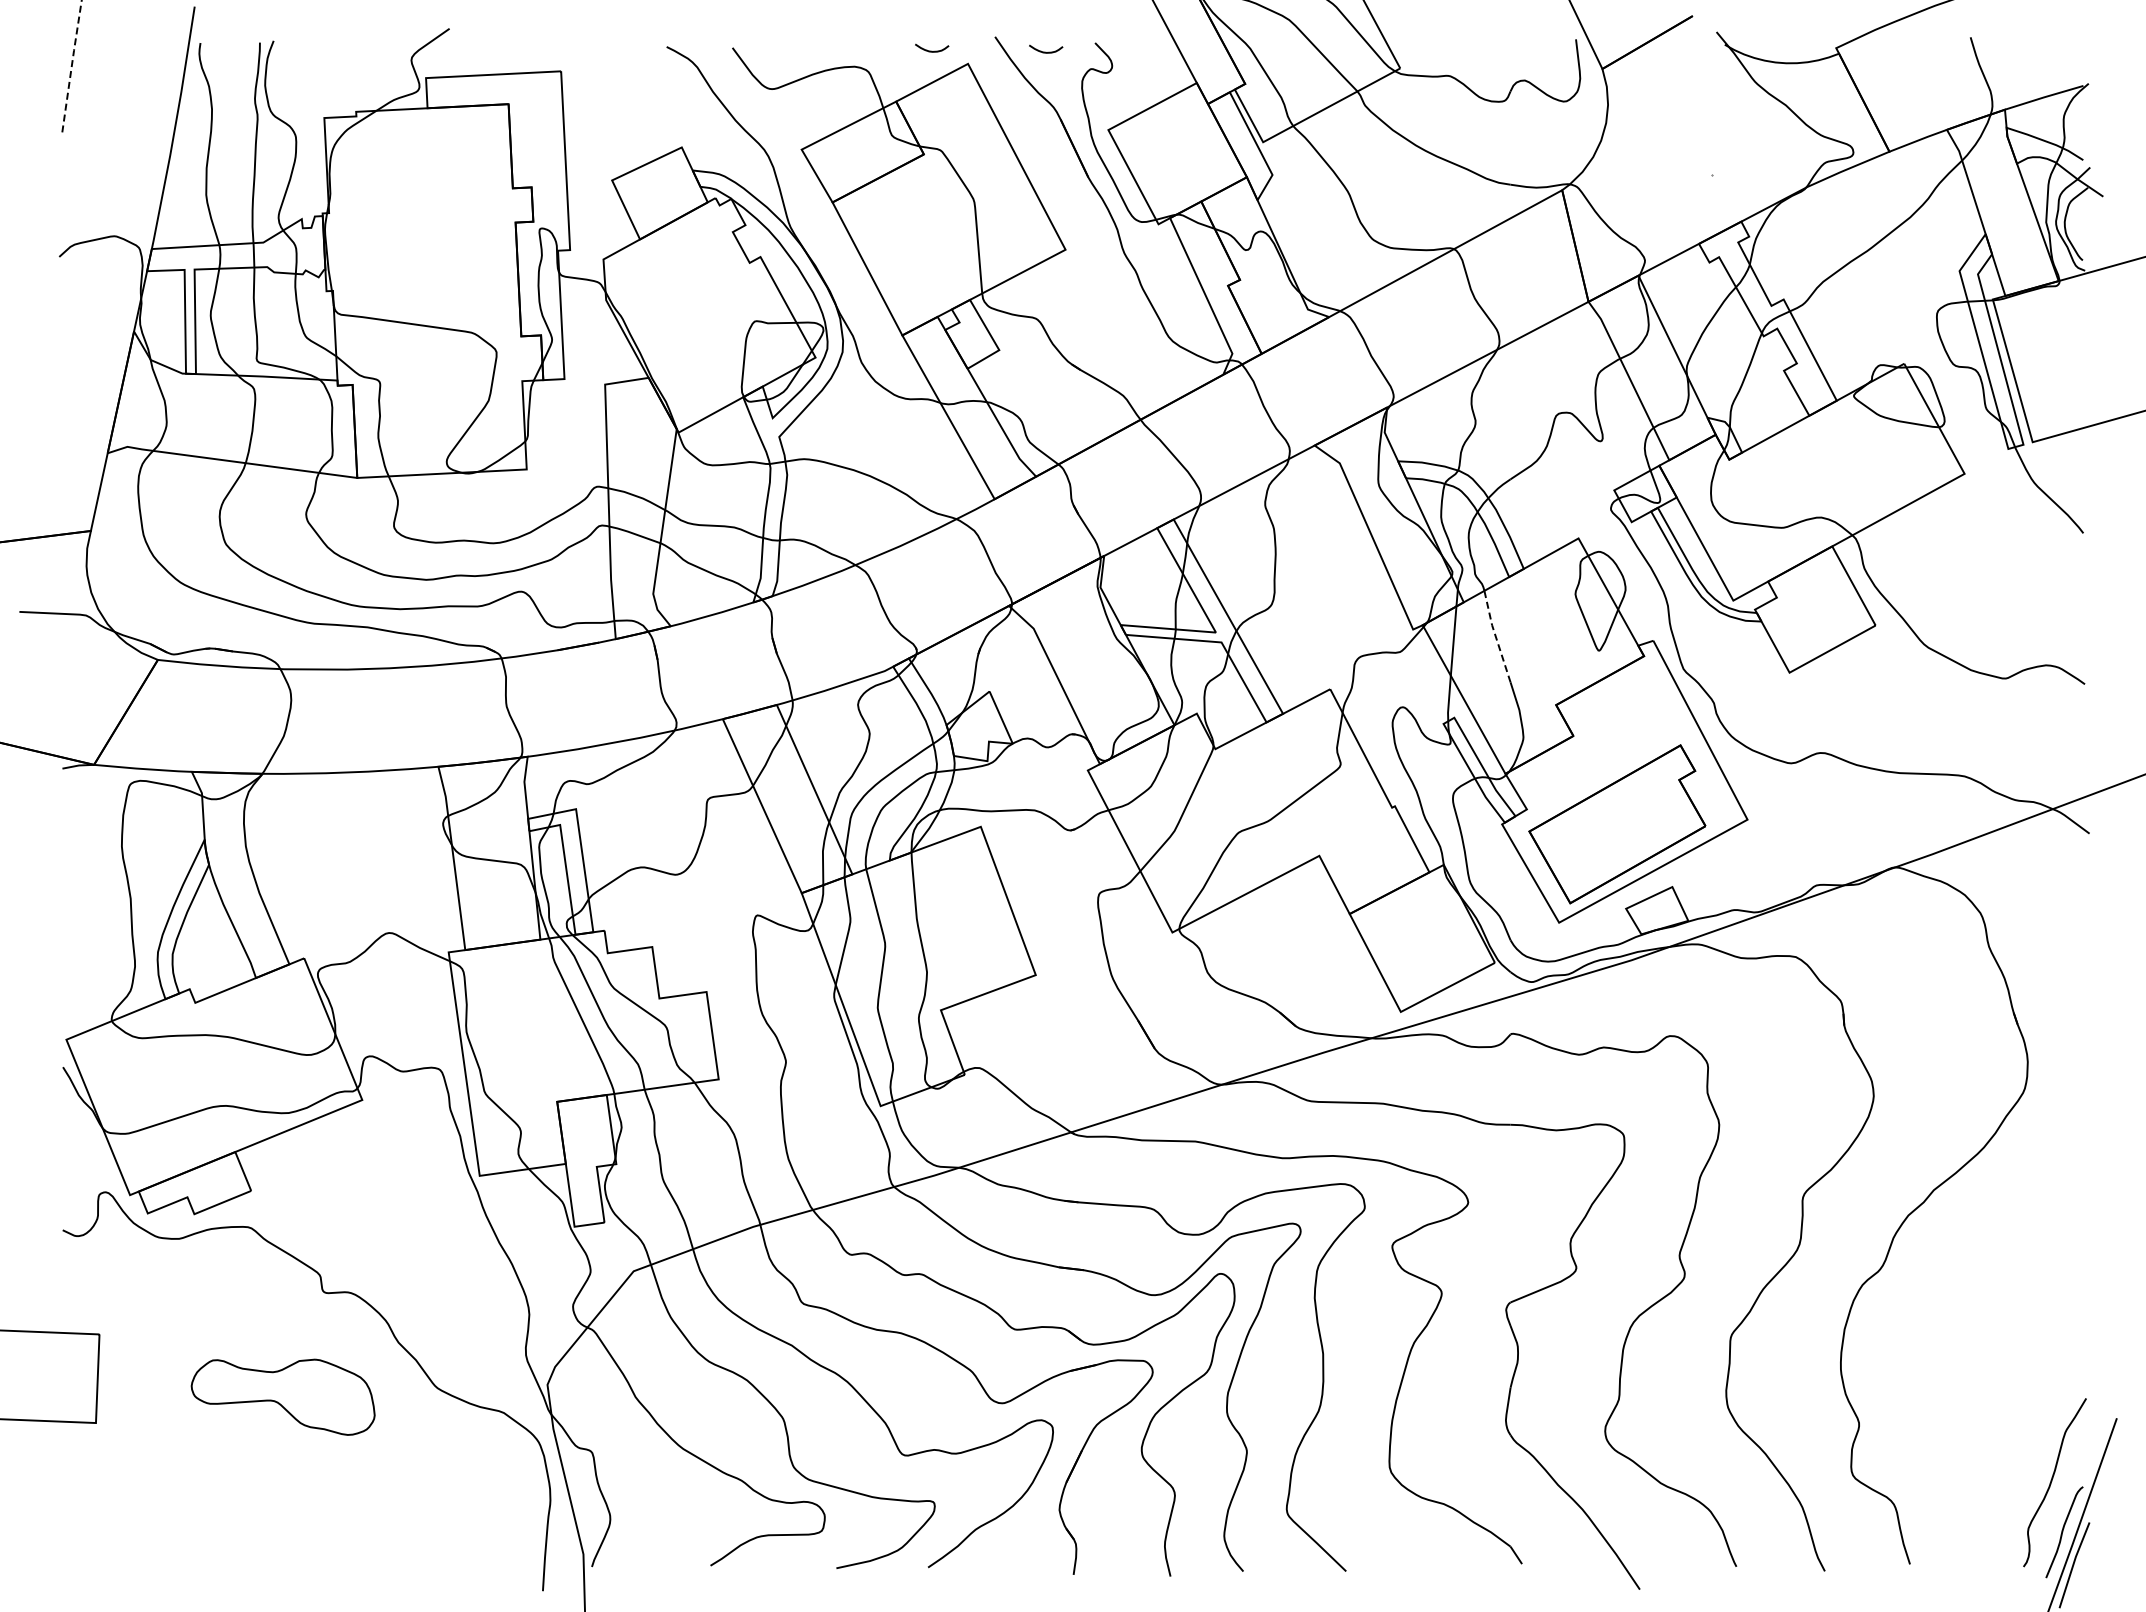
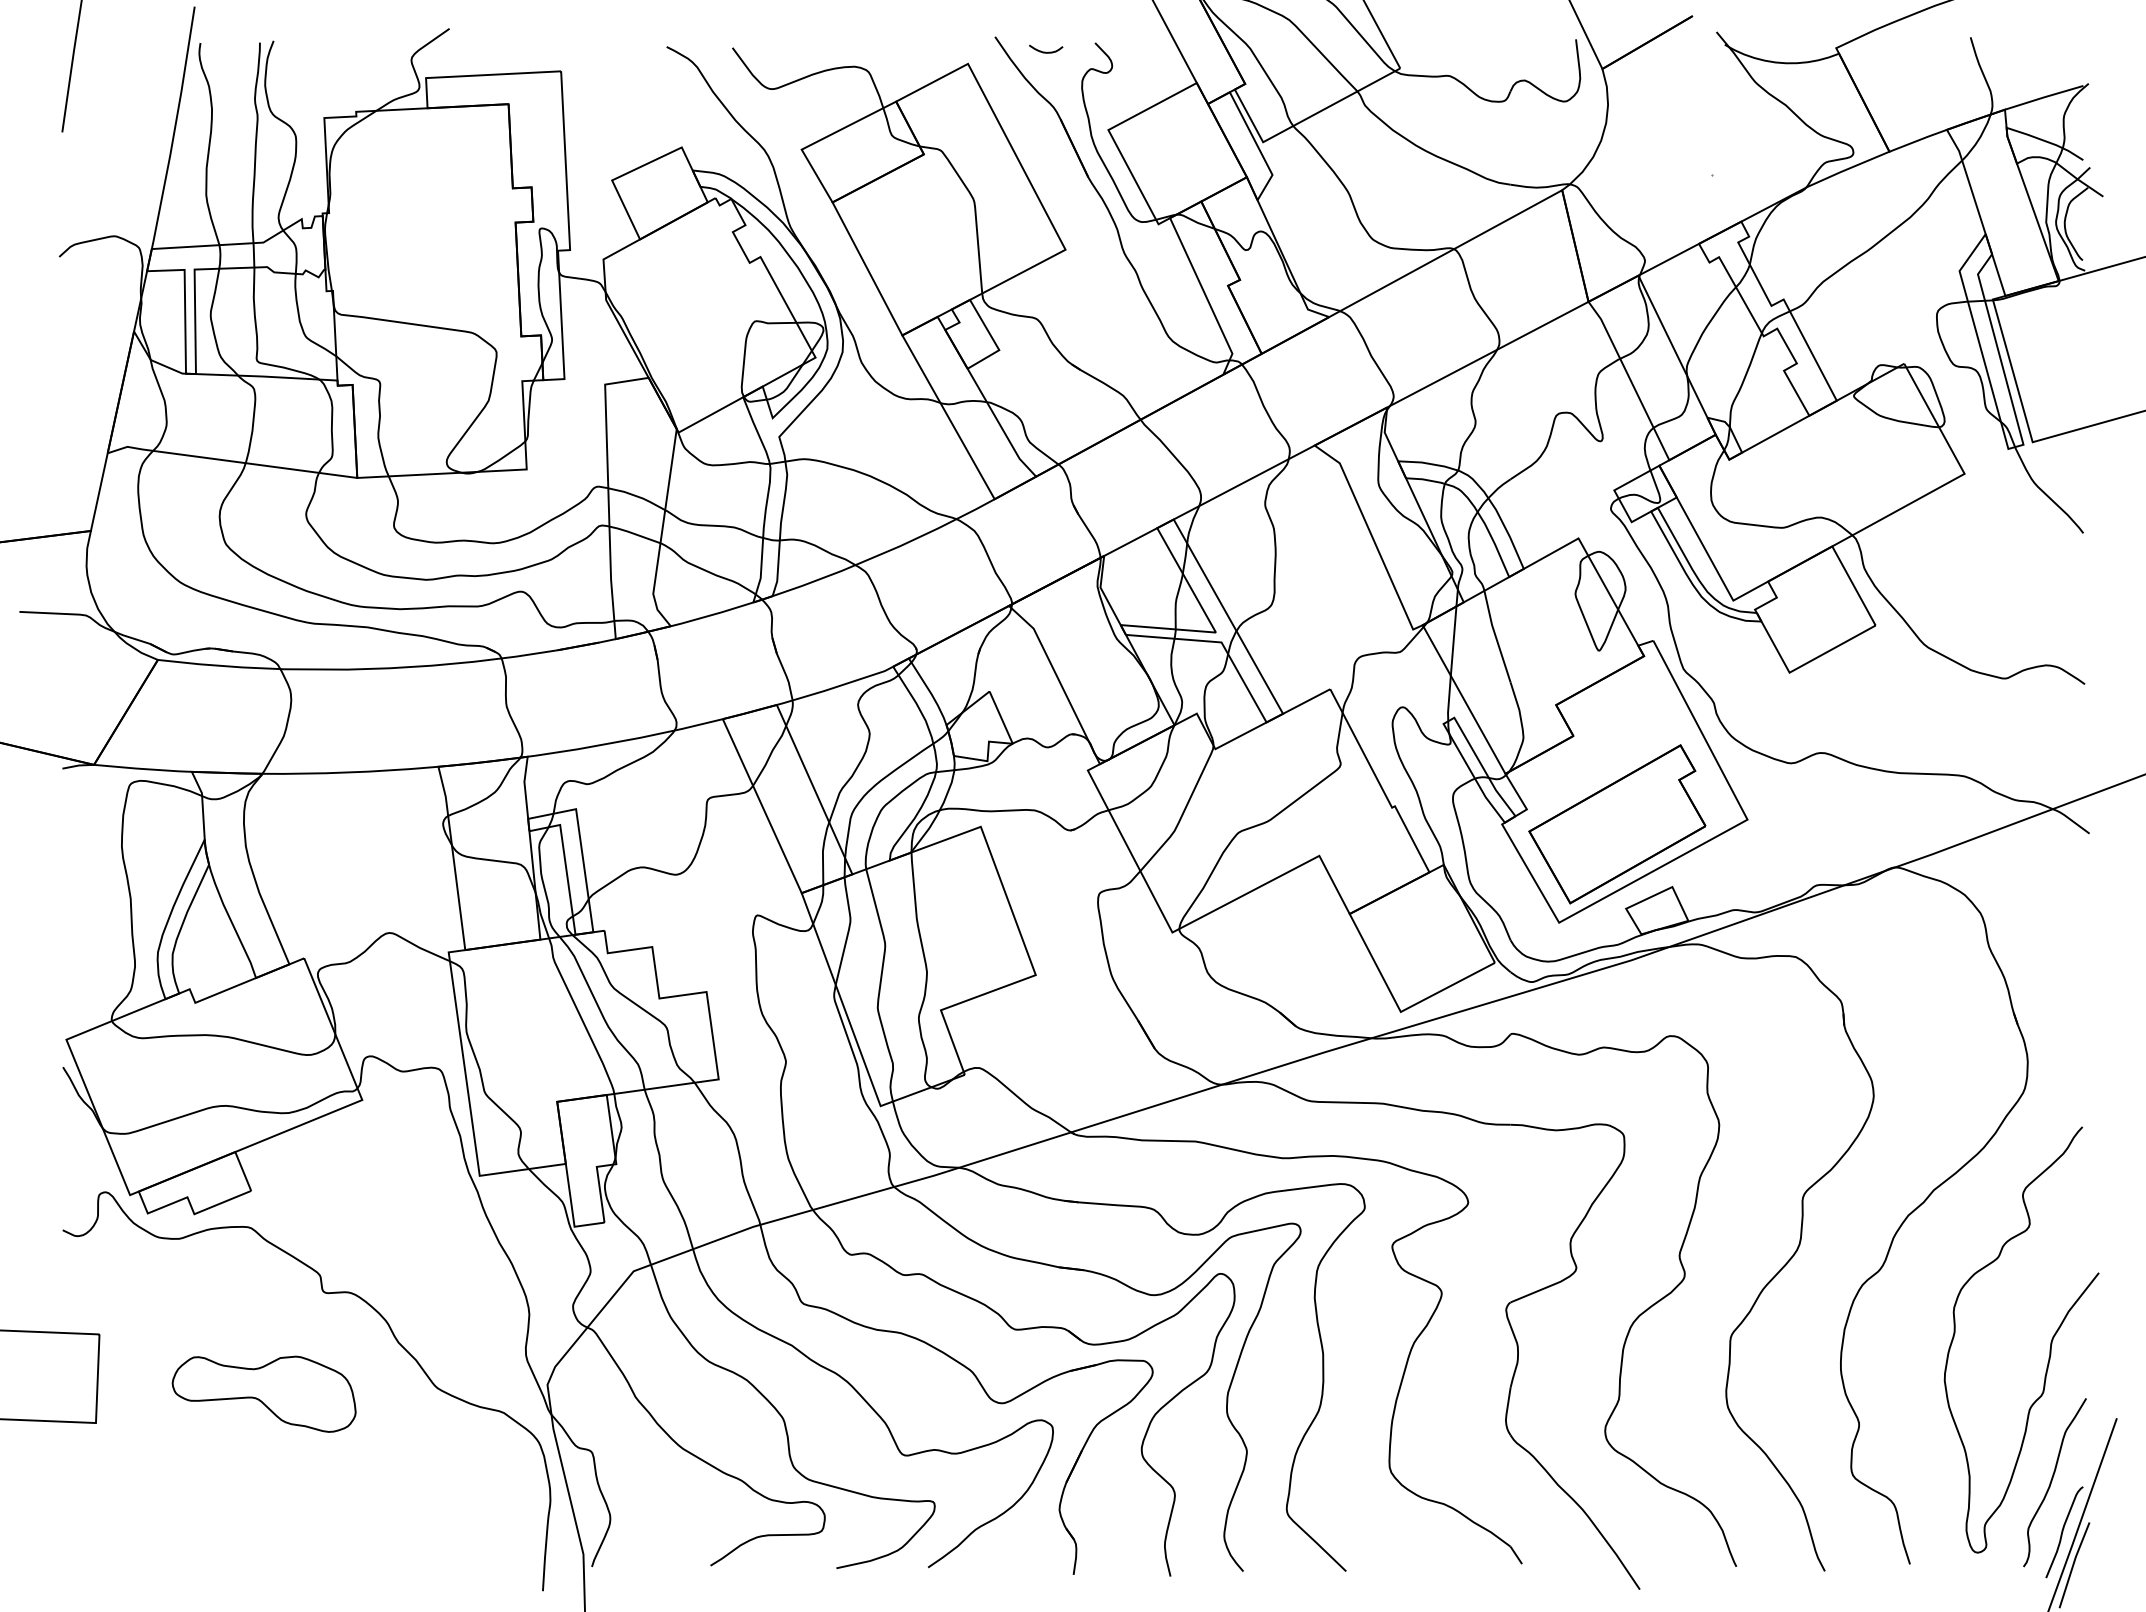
curve at (931, 50): present -> none
line at (71, 65): dashed -> solid
line at (1495, 636): dashed -> solid
curve at (2050, 1342): none -> present
part at (282, 1396) position: (282, 1396) -> (263, 1393)
